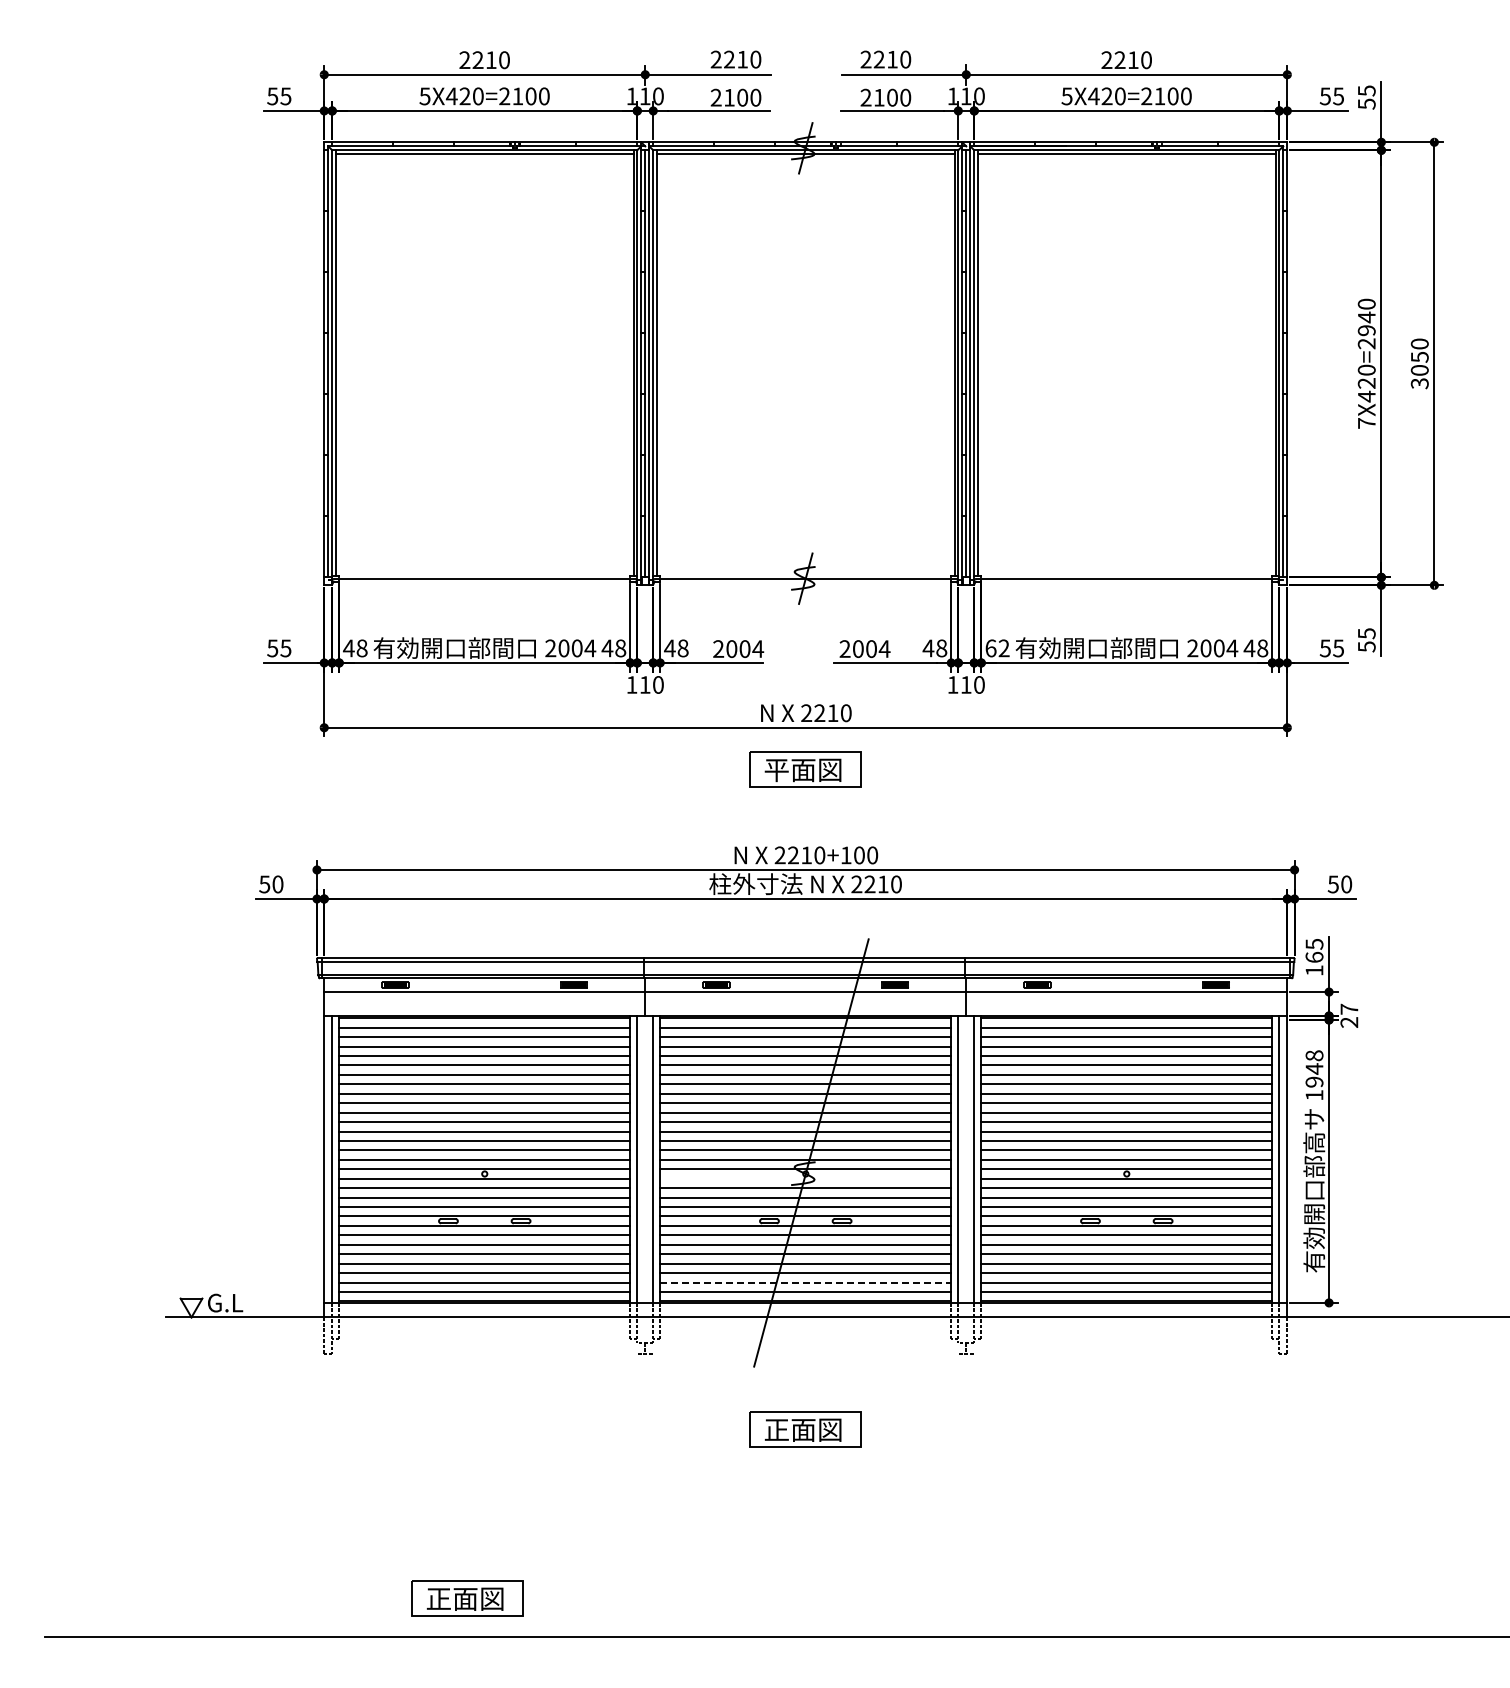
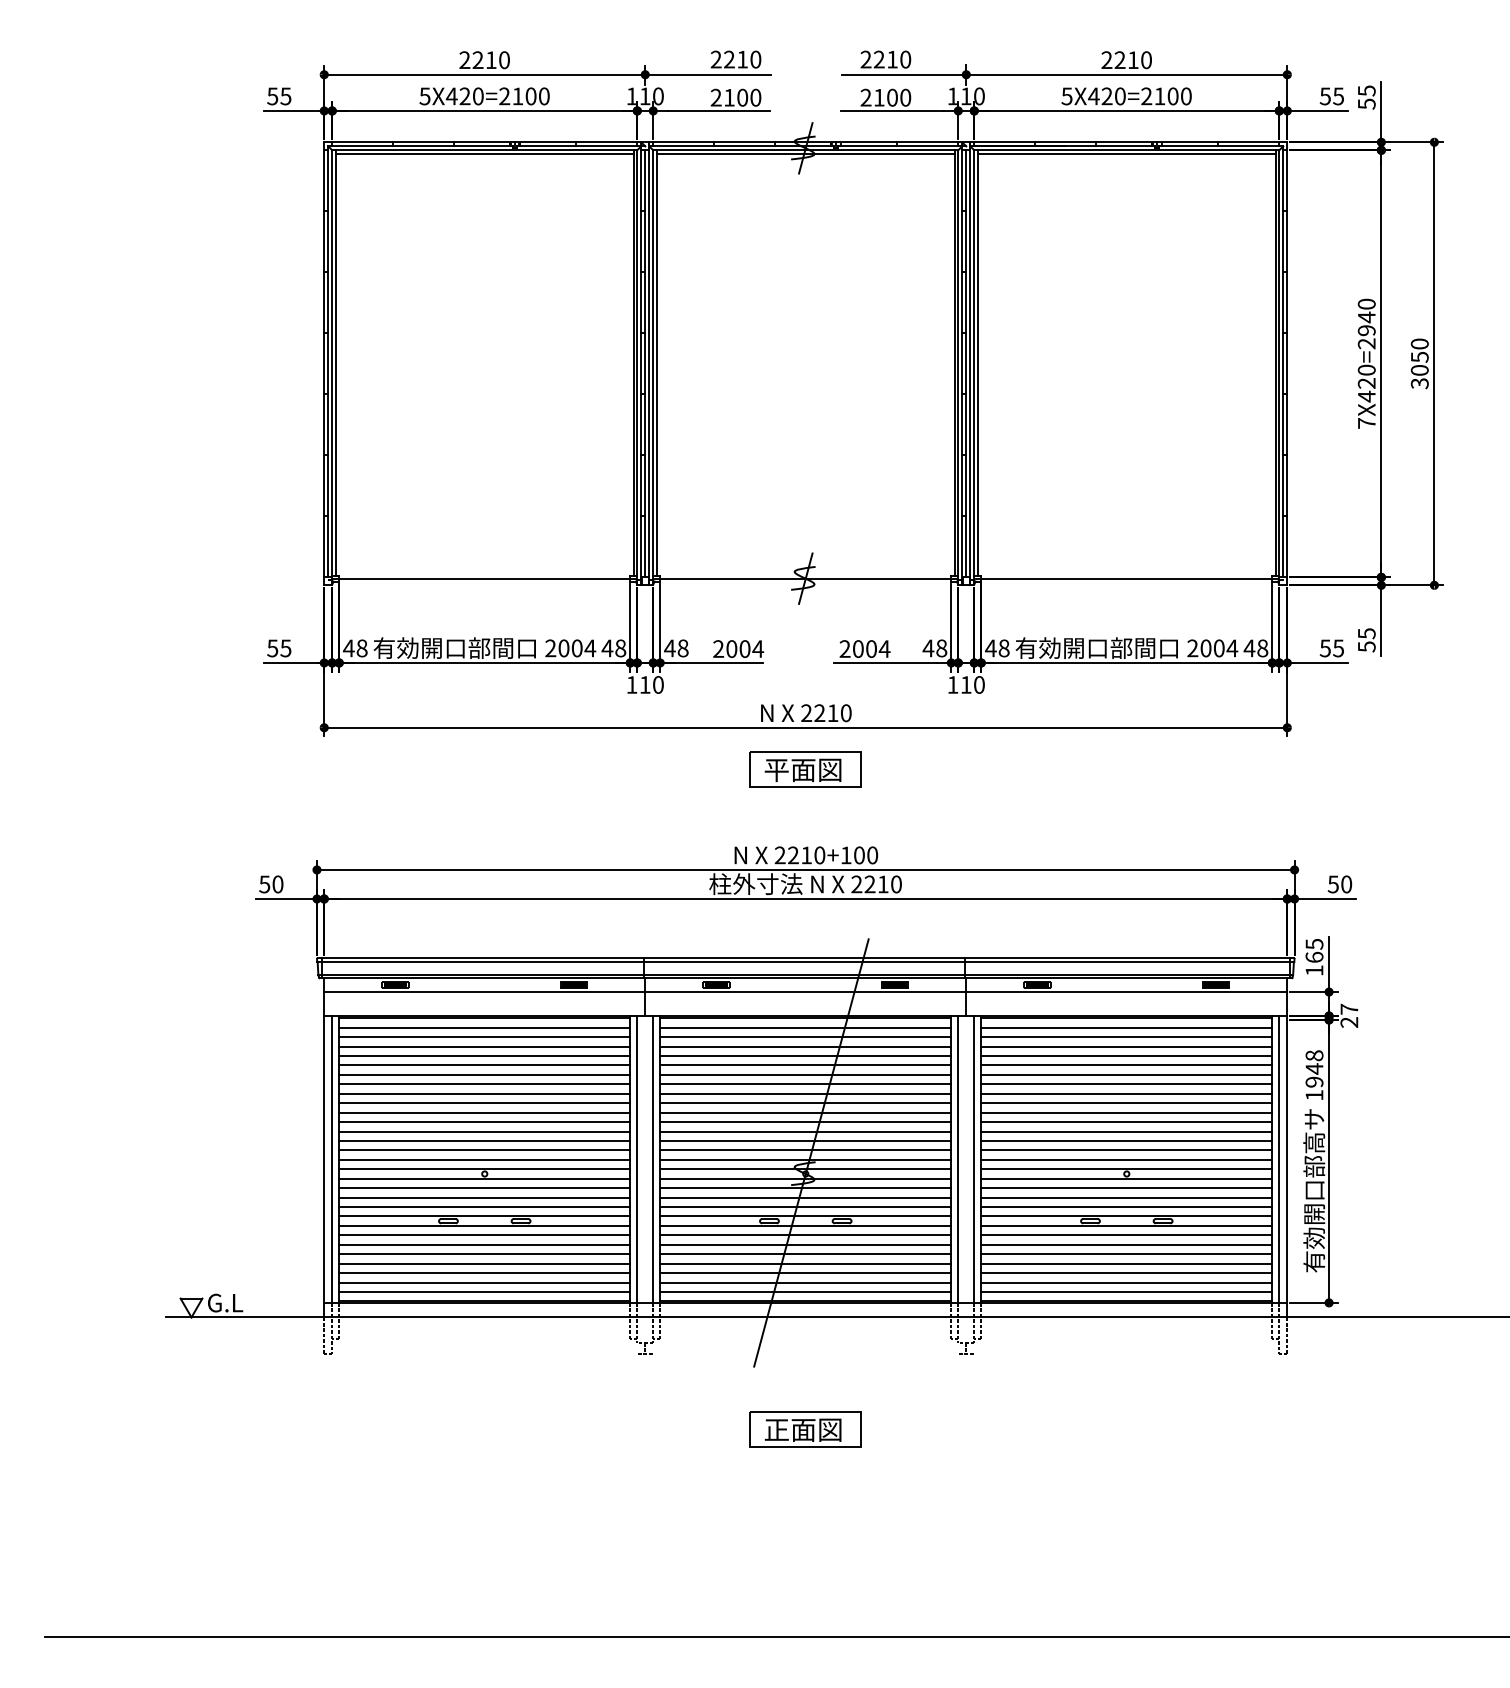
text at (997, 648): 62 -> 48
line at (805, 1178): none -> present
line at (805, 1282): dashed -> solid
part at (467, 1598): present -> none
